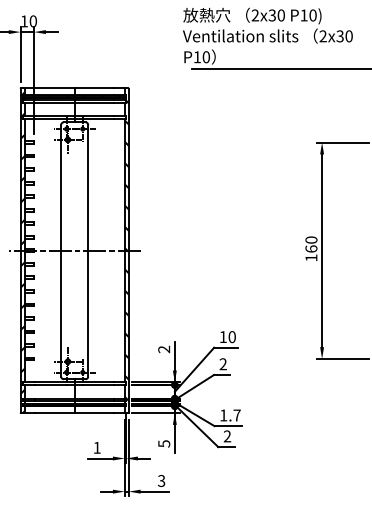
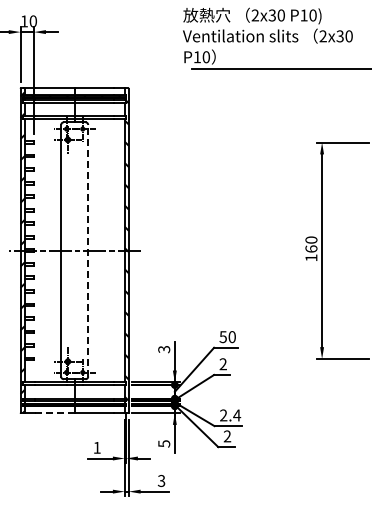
line at (88, 250): solid -> dashed
text at (222, 337): 10 -> 50
text at (164, 349): 2 -> 3
line at (55, 413): solid -> dashed
text at (230, 415): 1.7 -> 2.4
